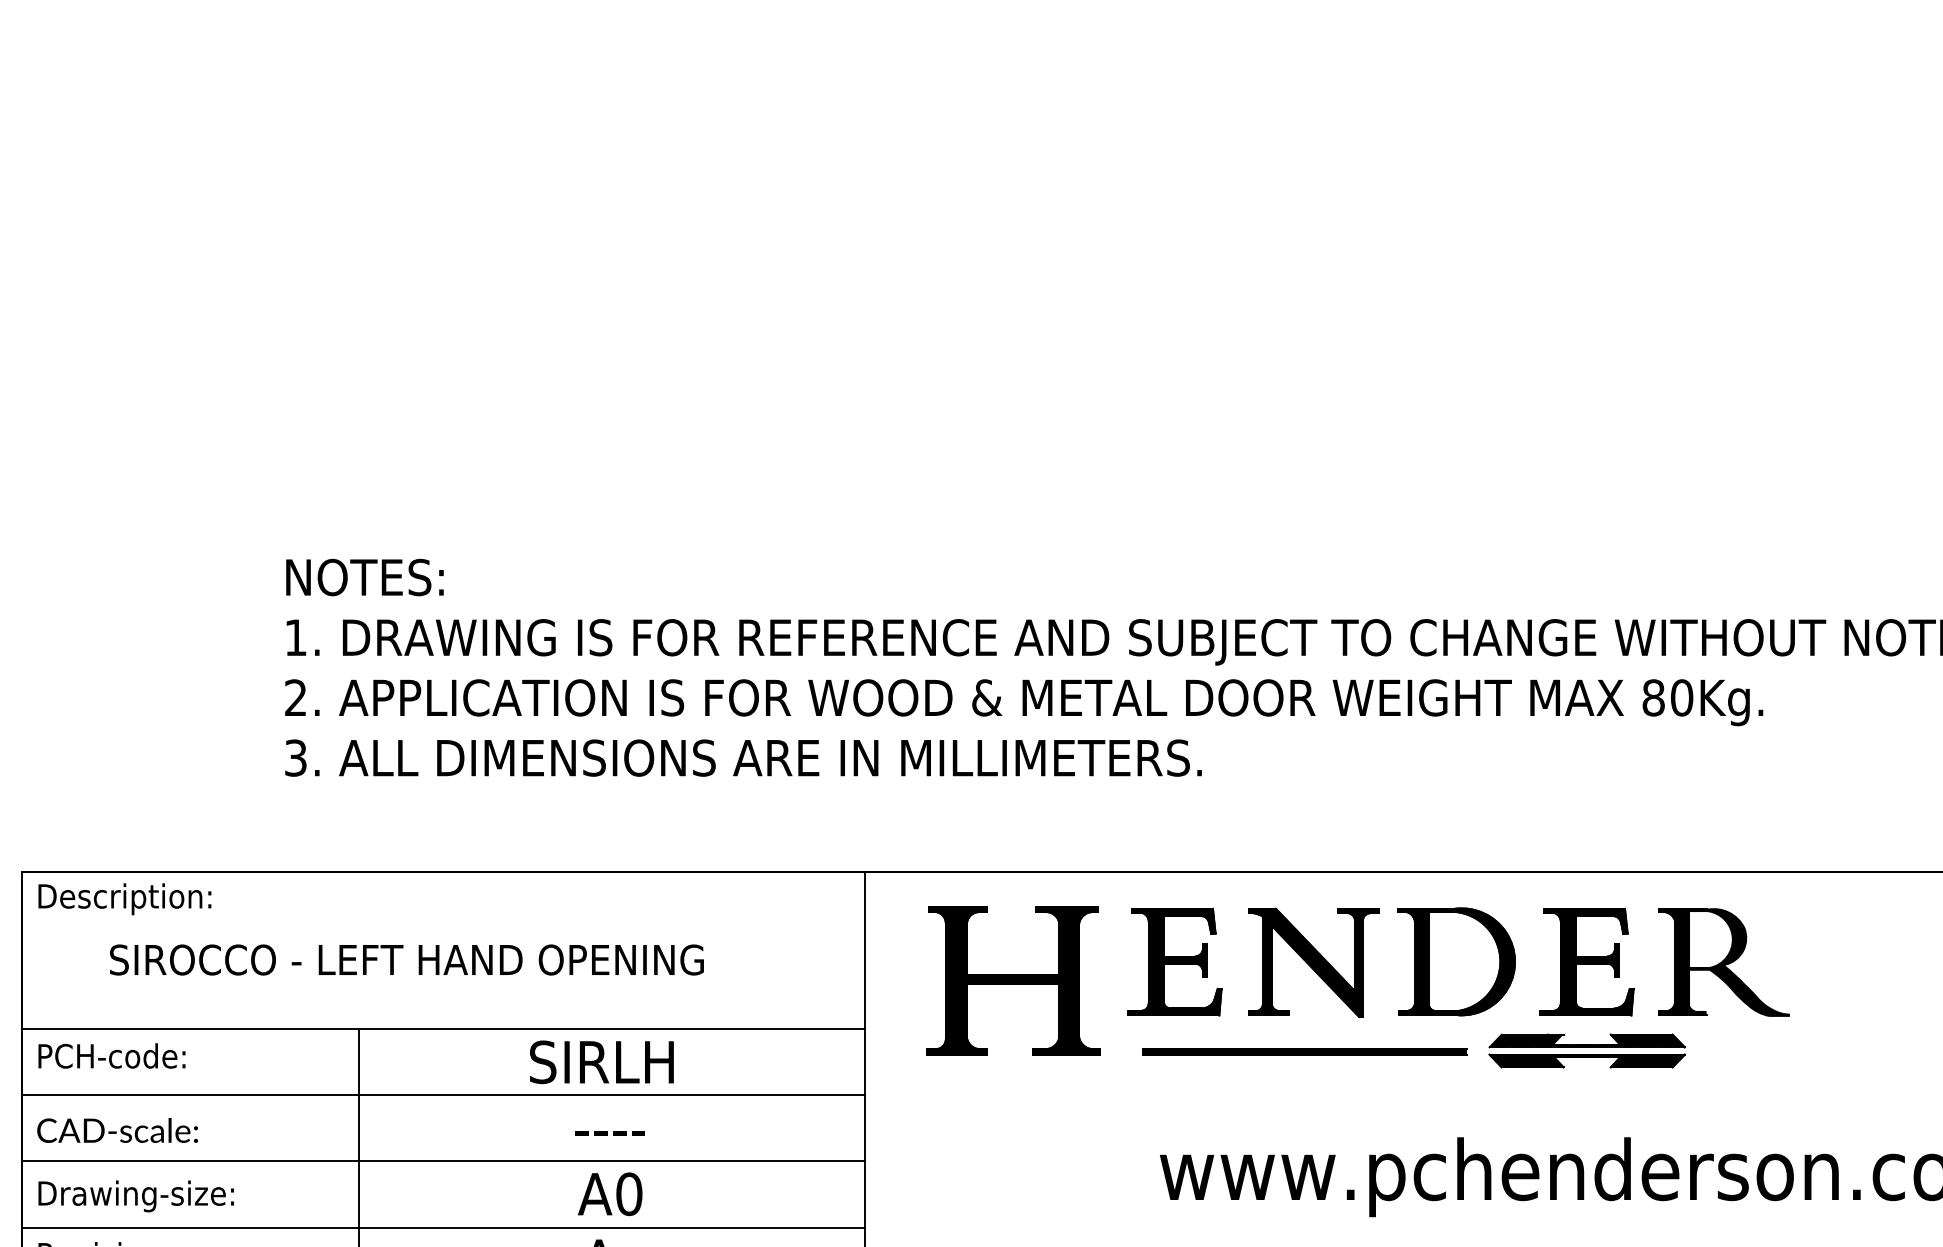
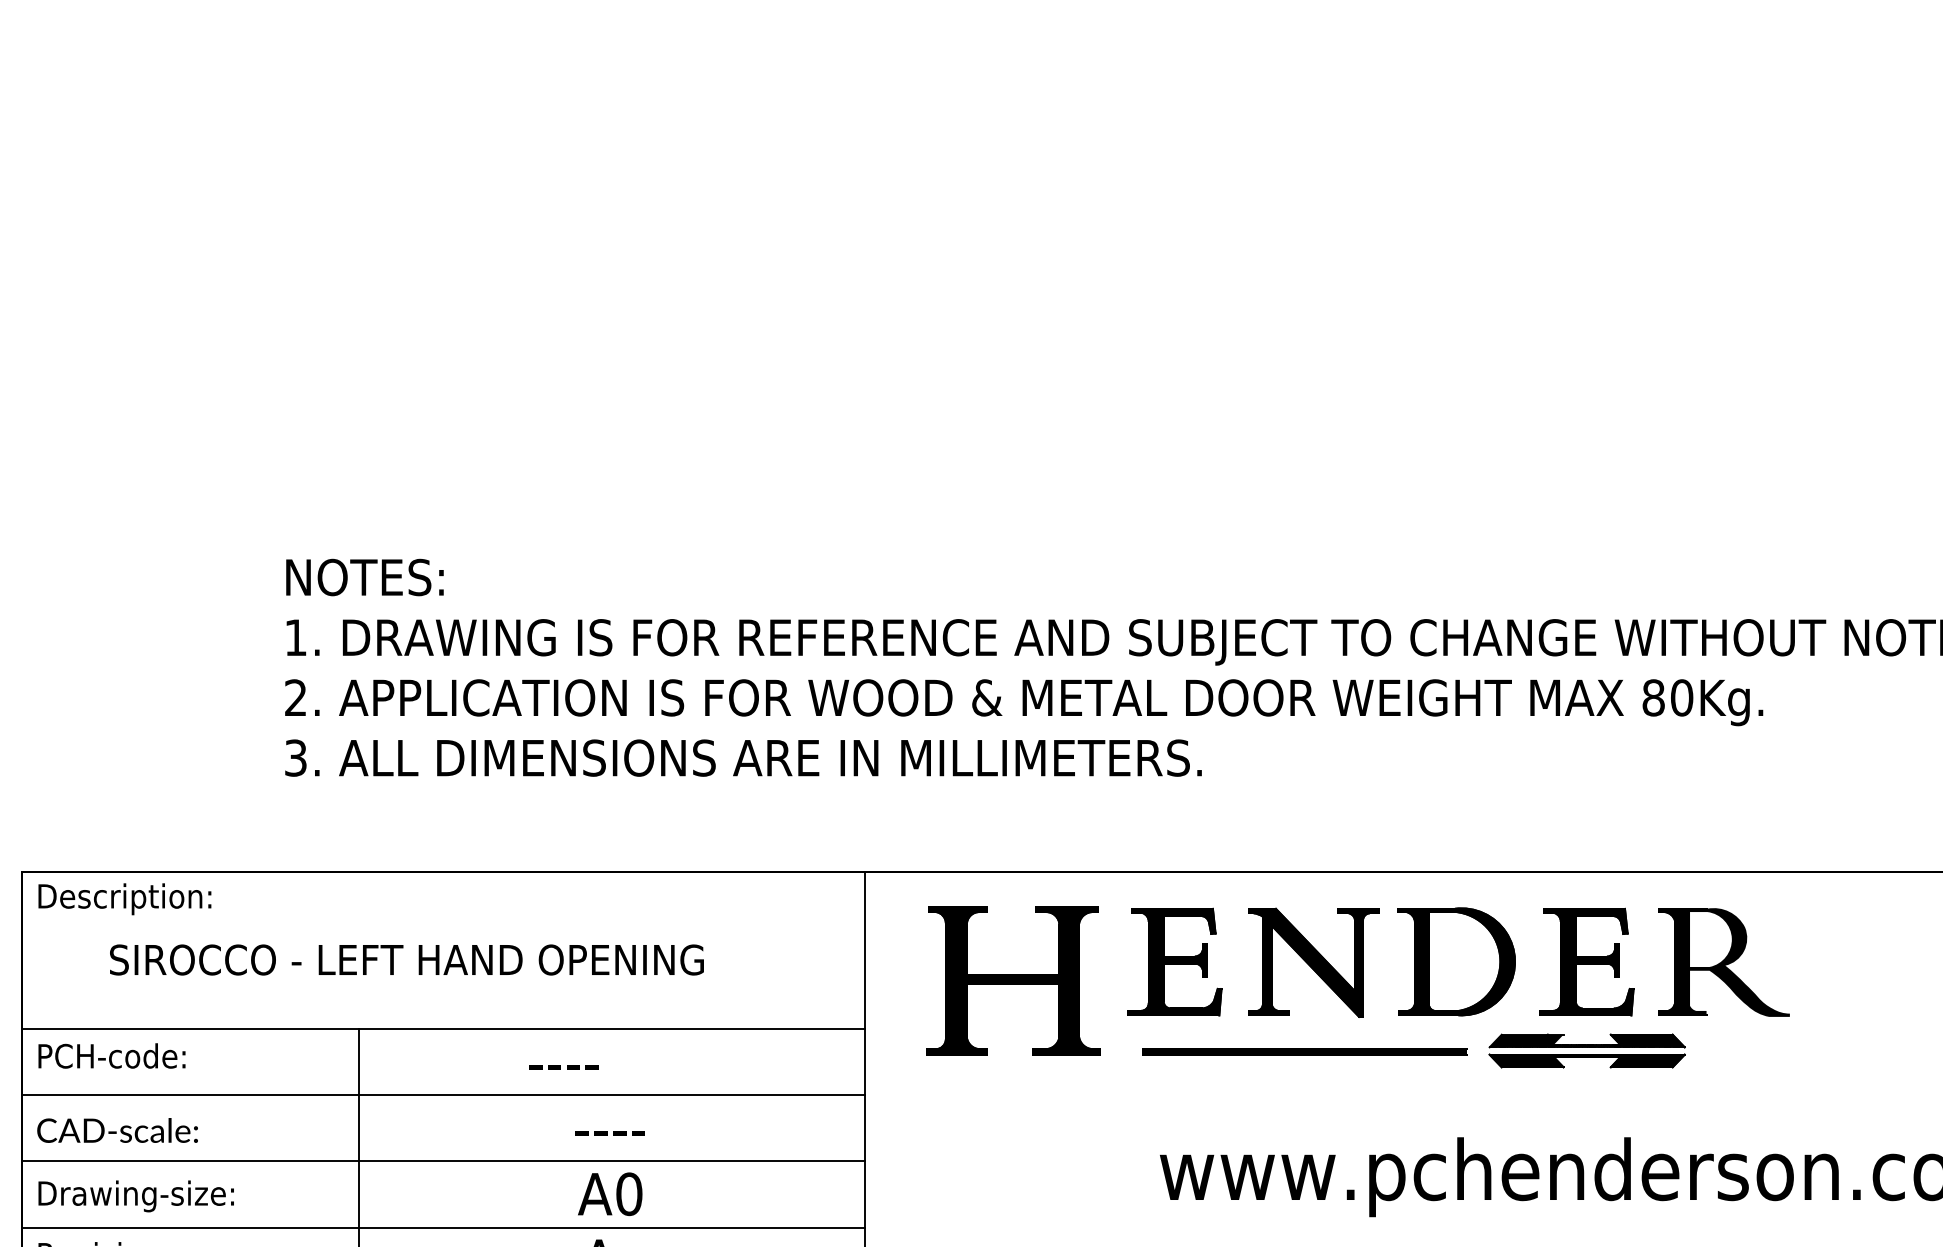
text at (601, 1062): SIRLH -> ----
